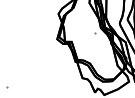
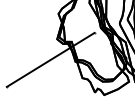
line at (50, 59): none -> present
